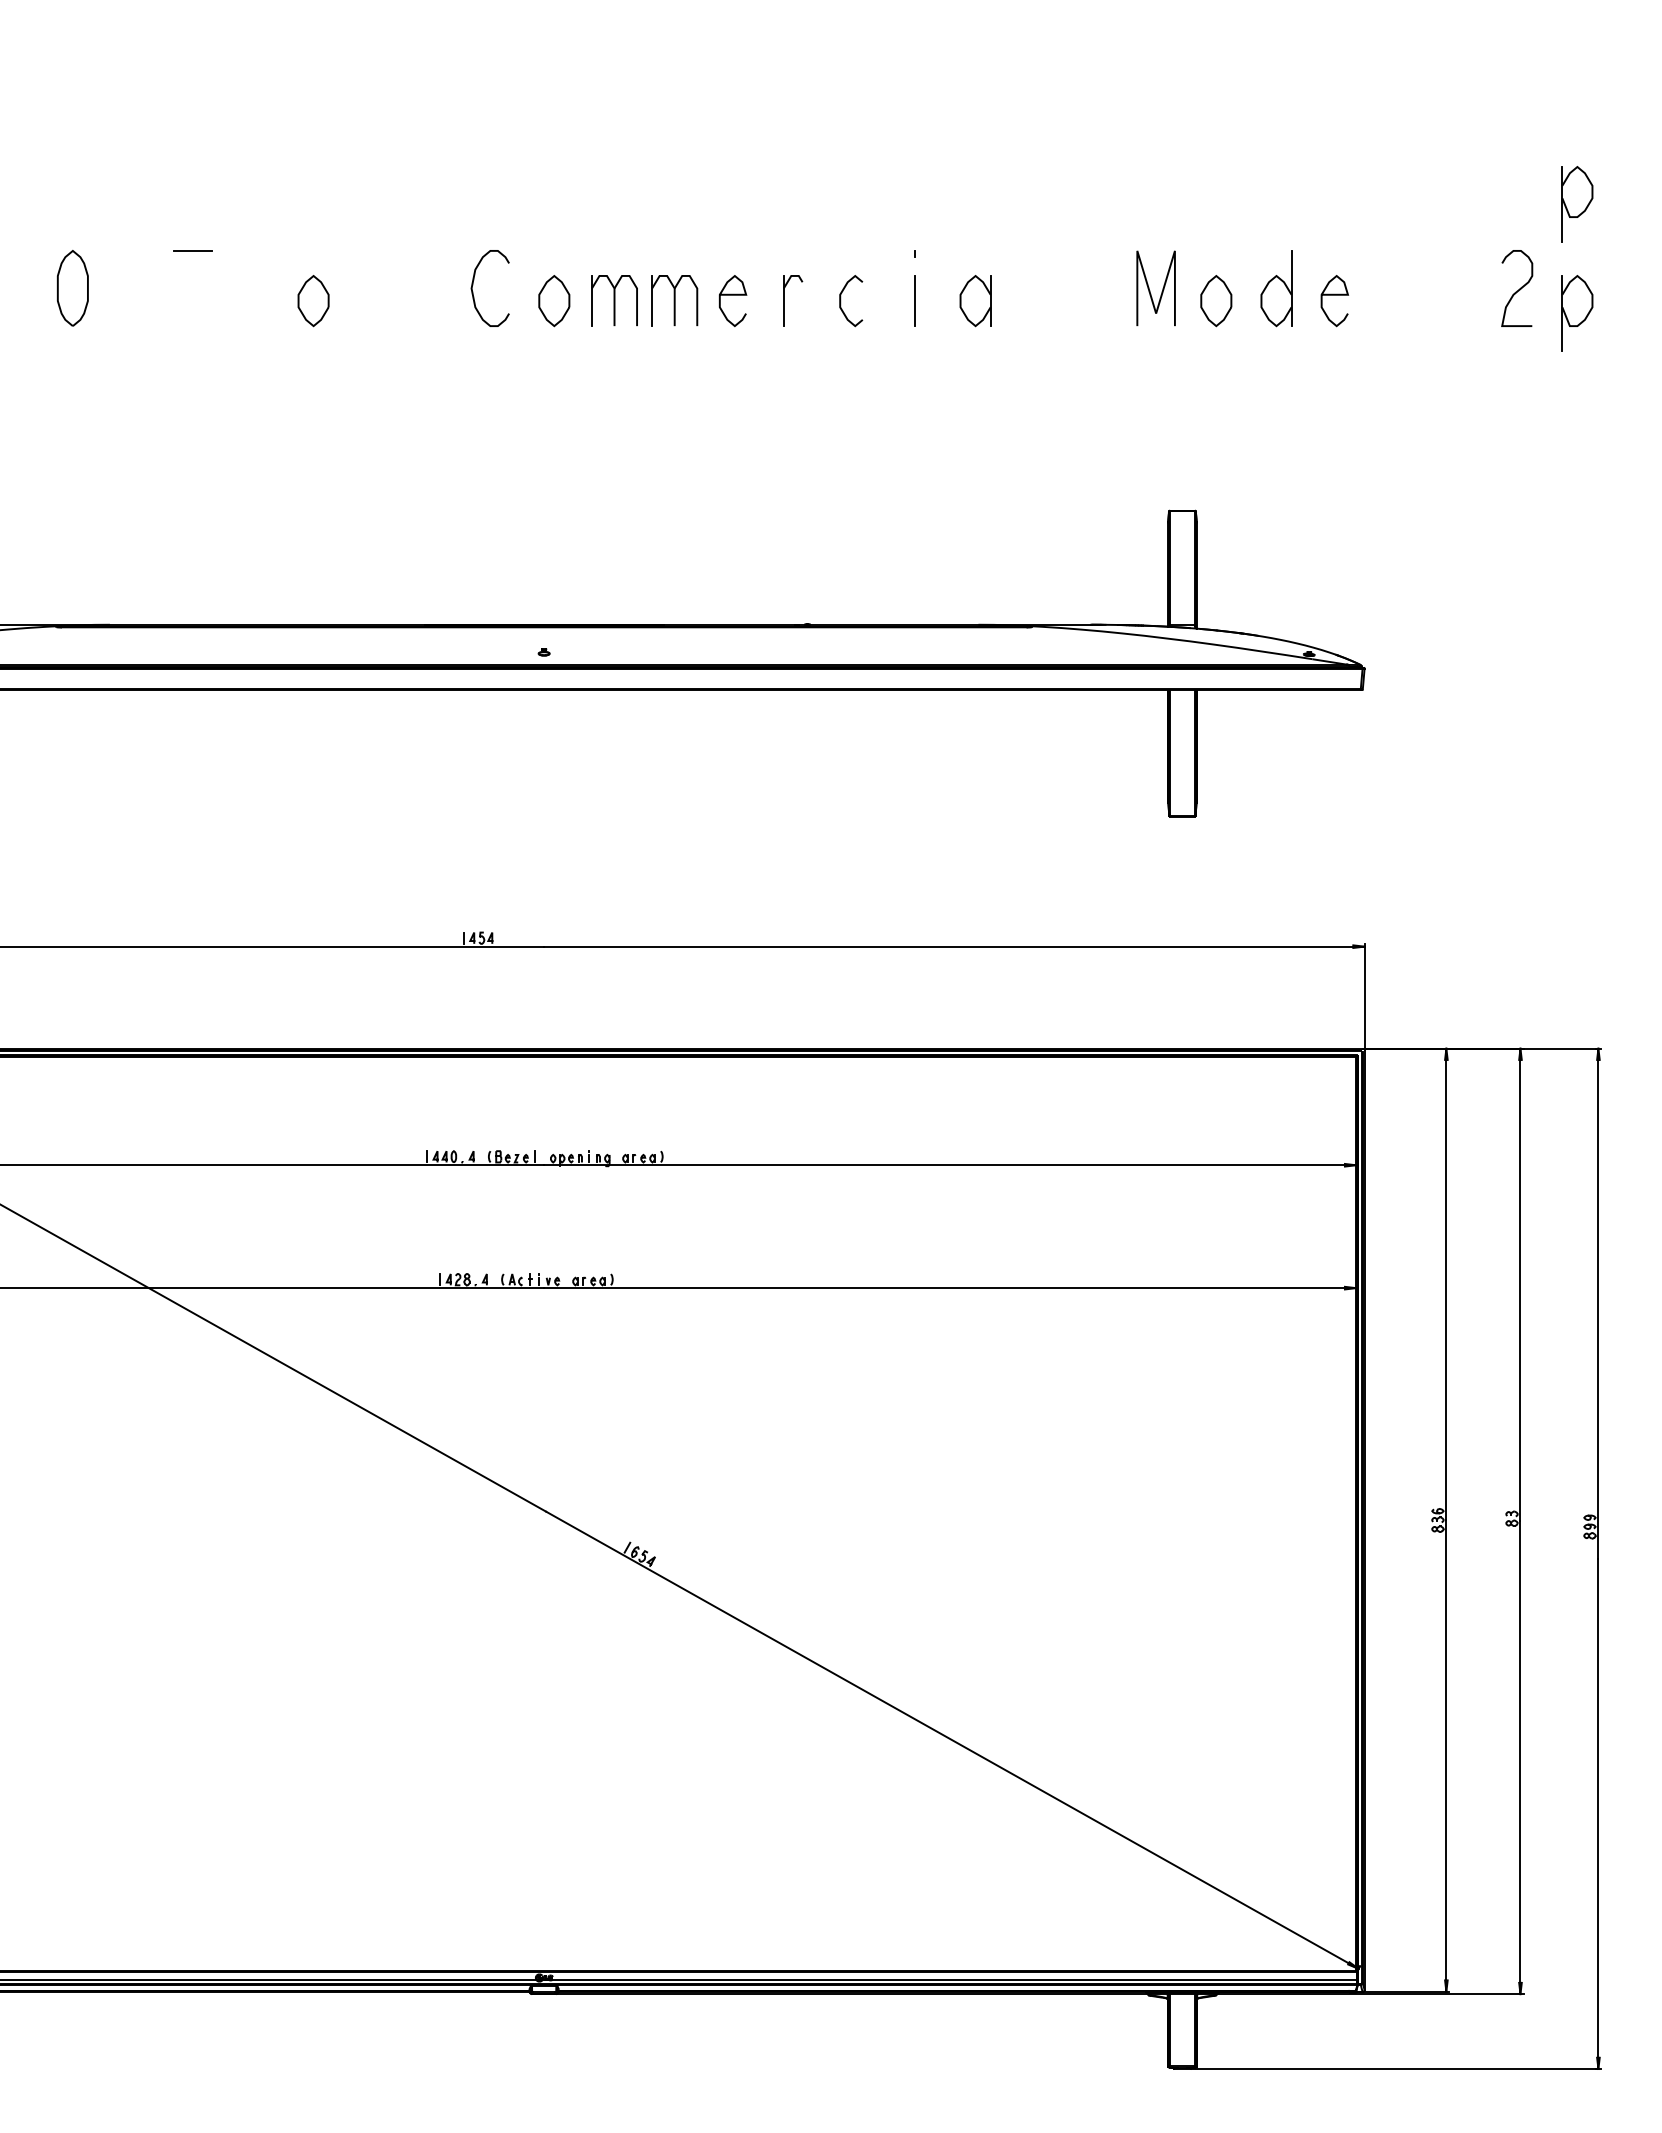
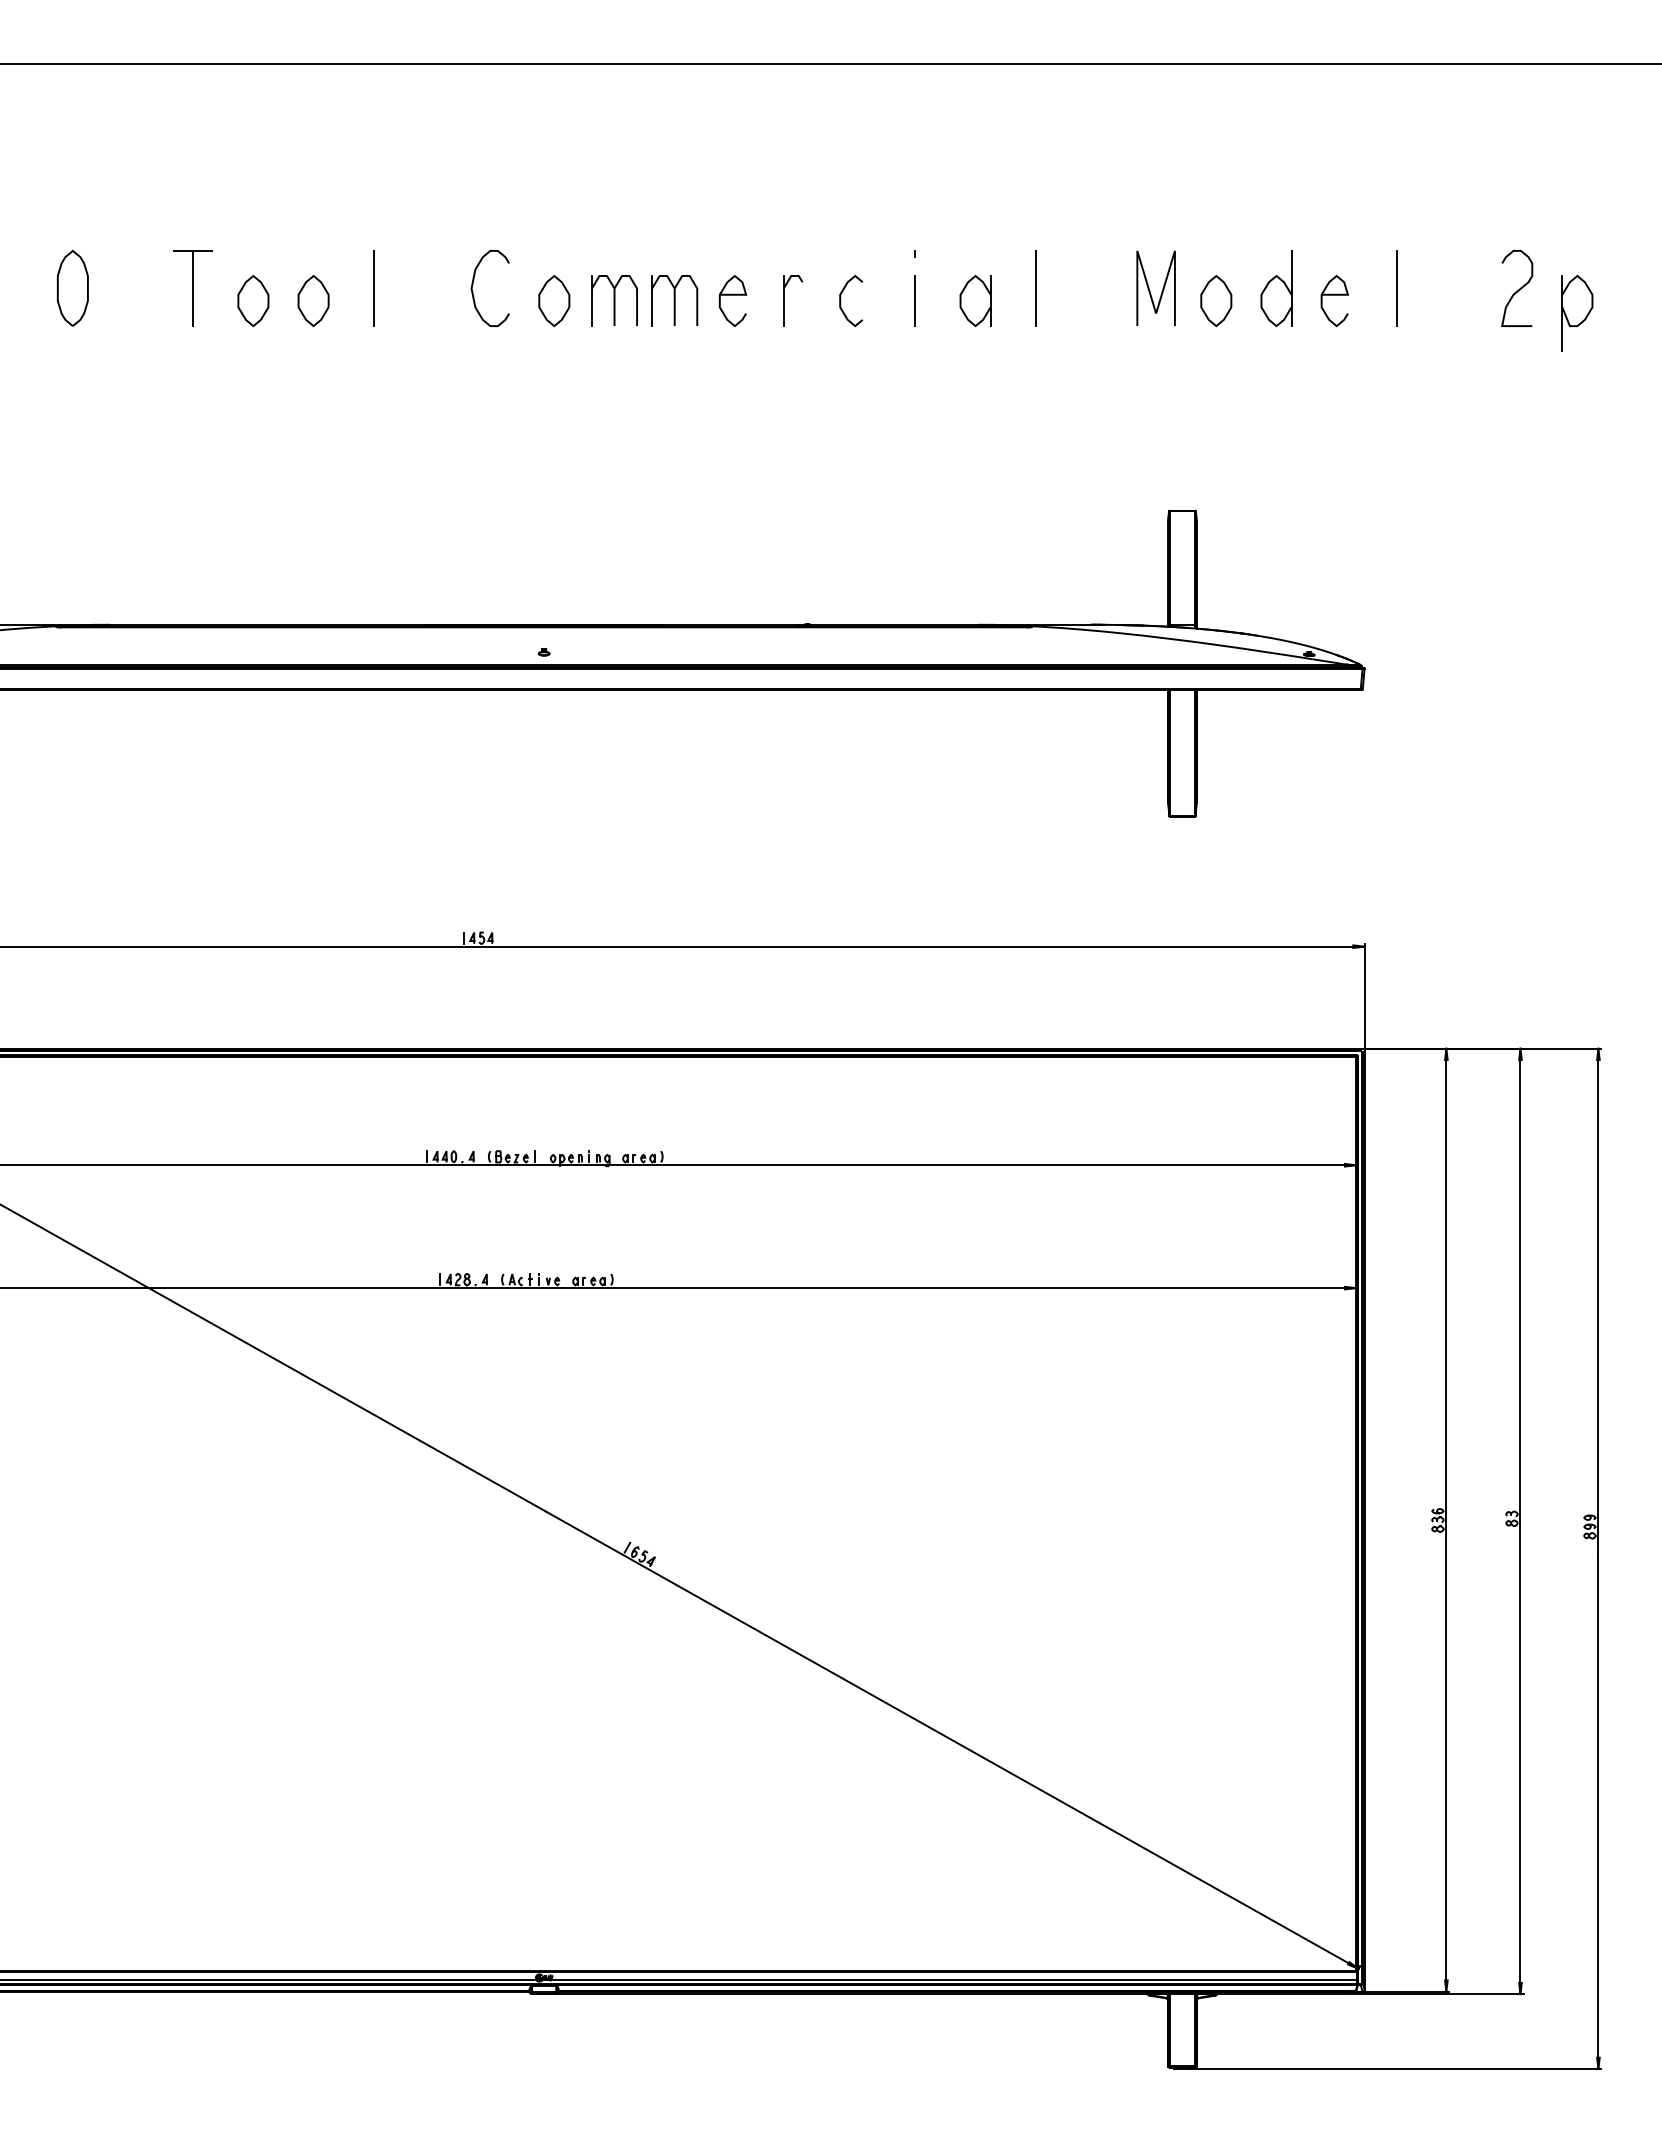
line at (830, 63): none -> present
part at (1577, 204): present -> none
line at (193, 288): none -> present
line at (373, 288): none -> present
line at (1035, 288): none -> present
line at (1396, 288): none -> present
part at (253, 301): none -> present
